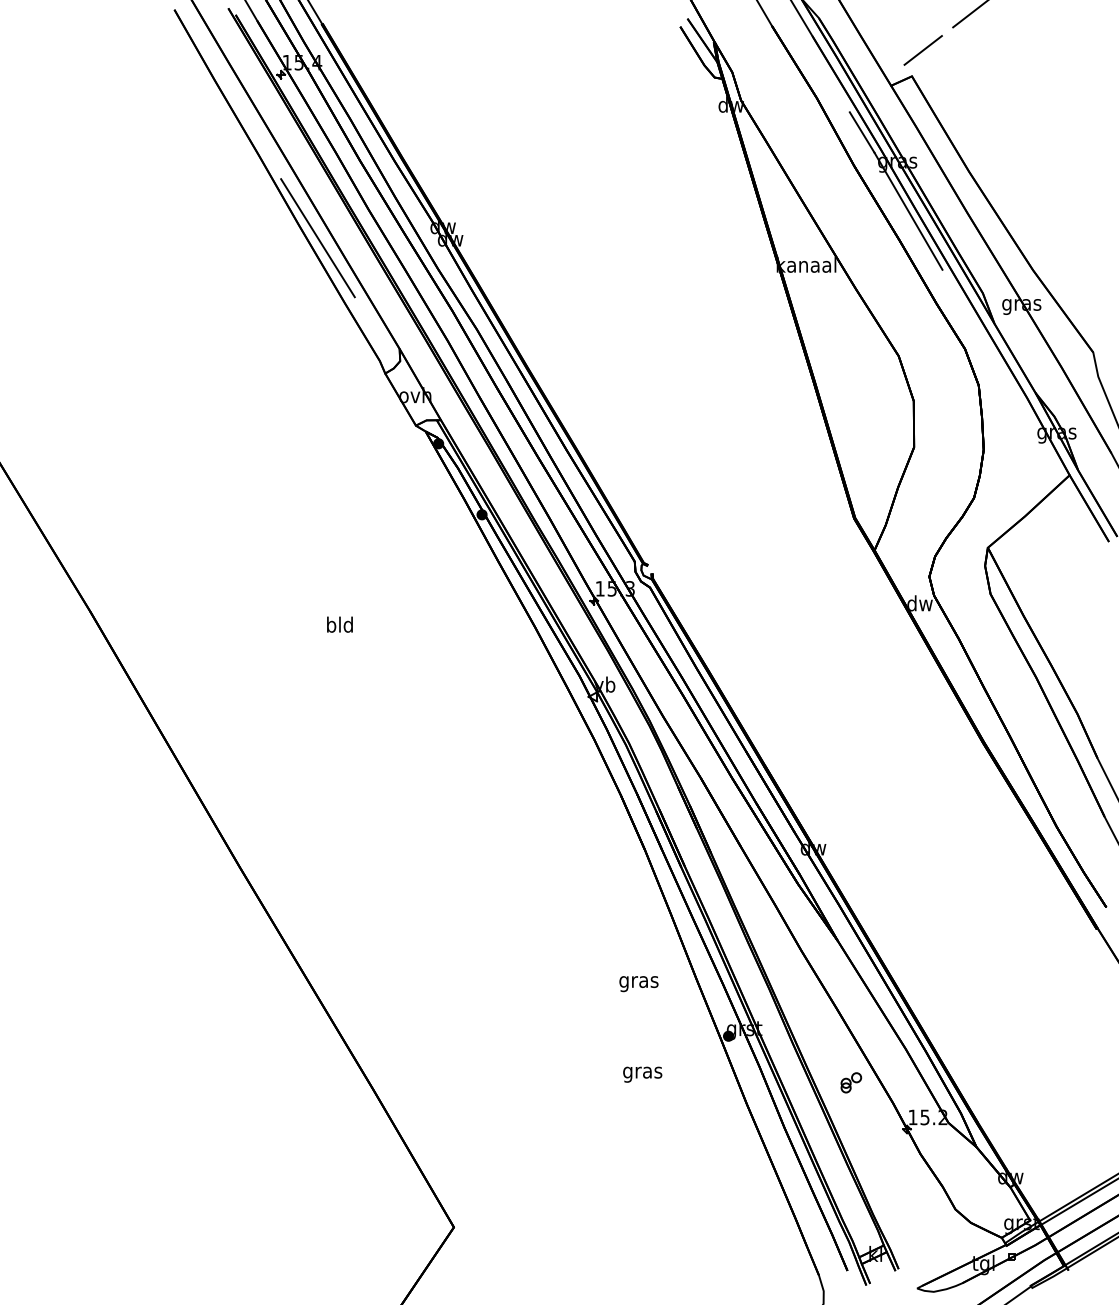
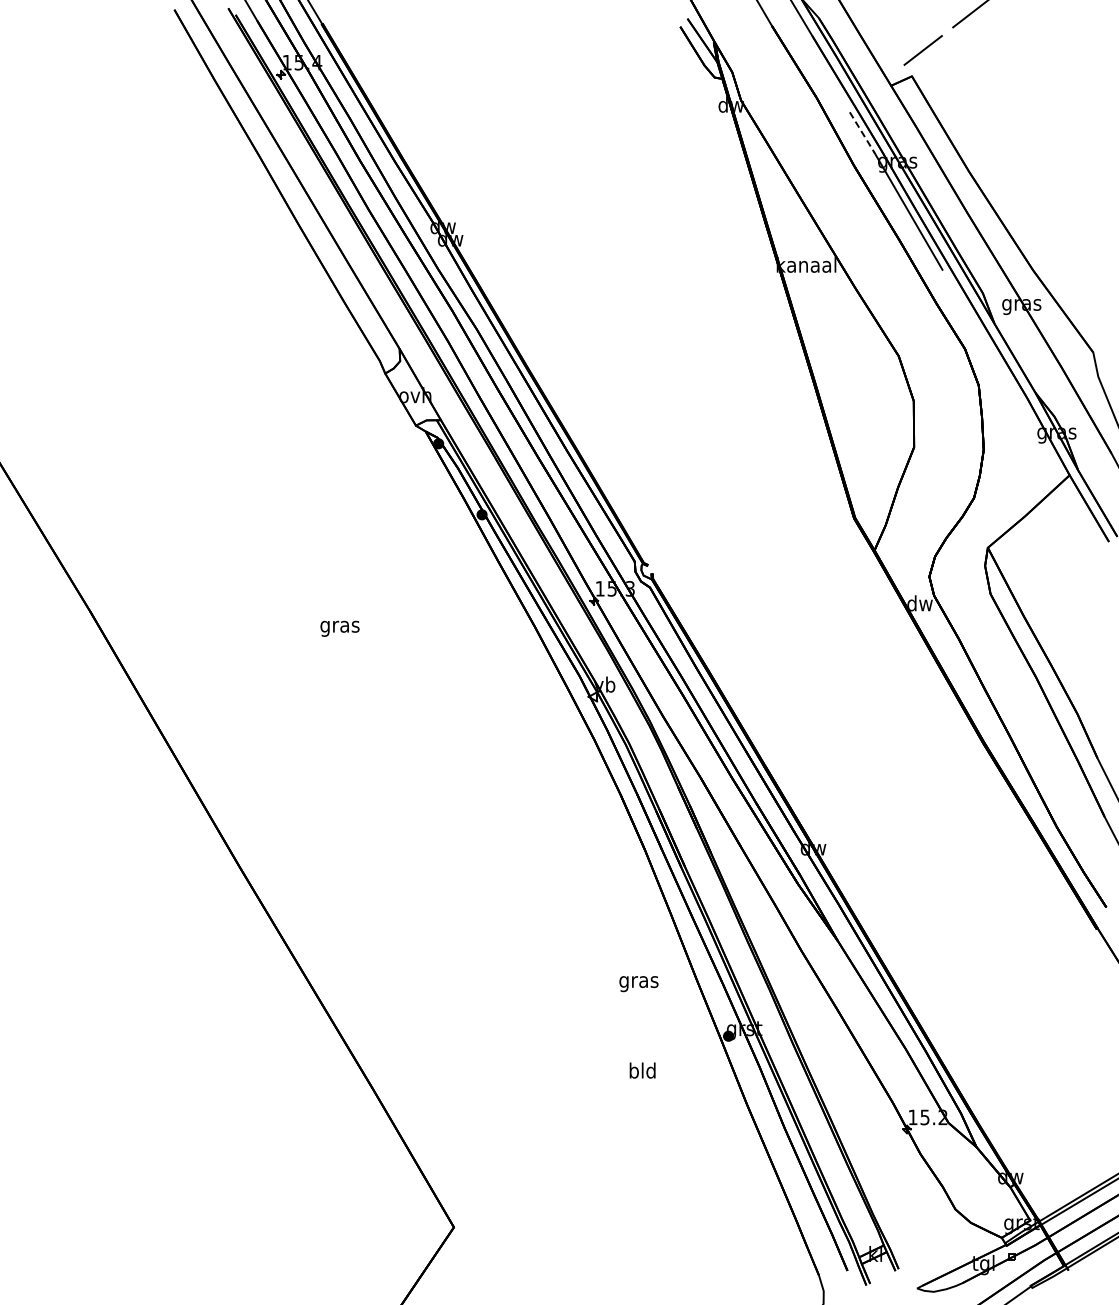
line at (862, 132): solid -> dashed
line at (317, 238): present -> none
text at (339, 626): bld -> gras
text at (642, 1072): gras -> bld
part at (851, 1082): present -> none
